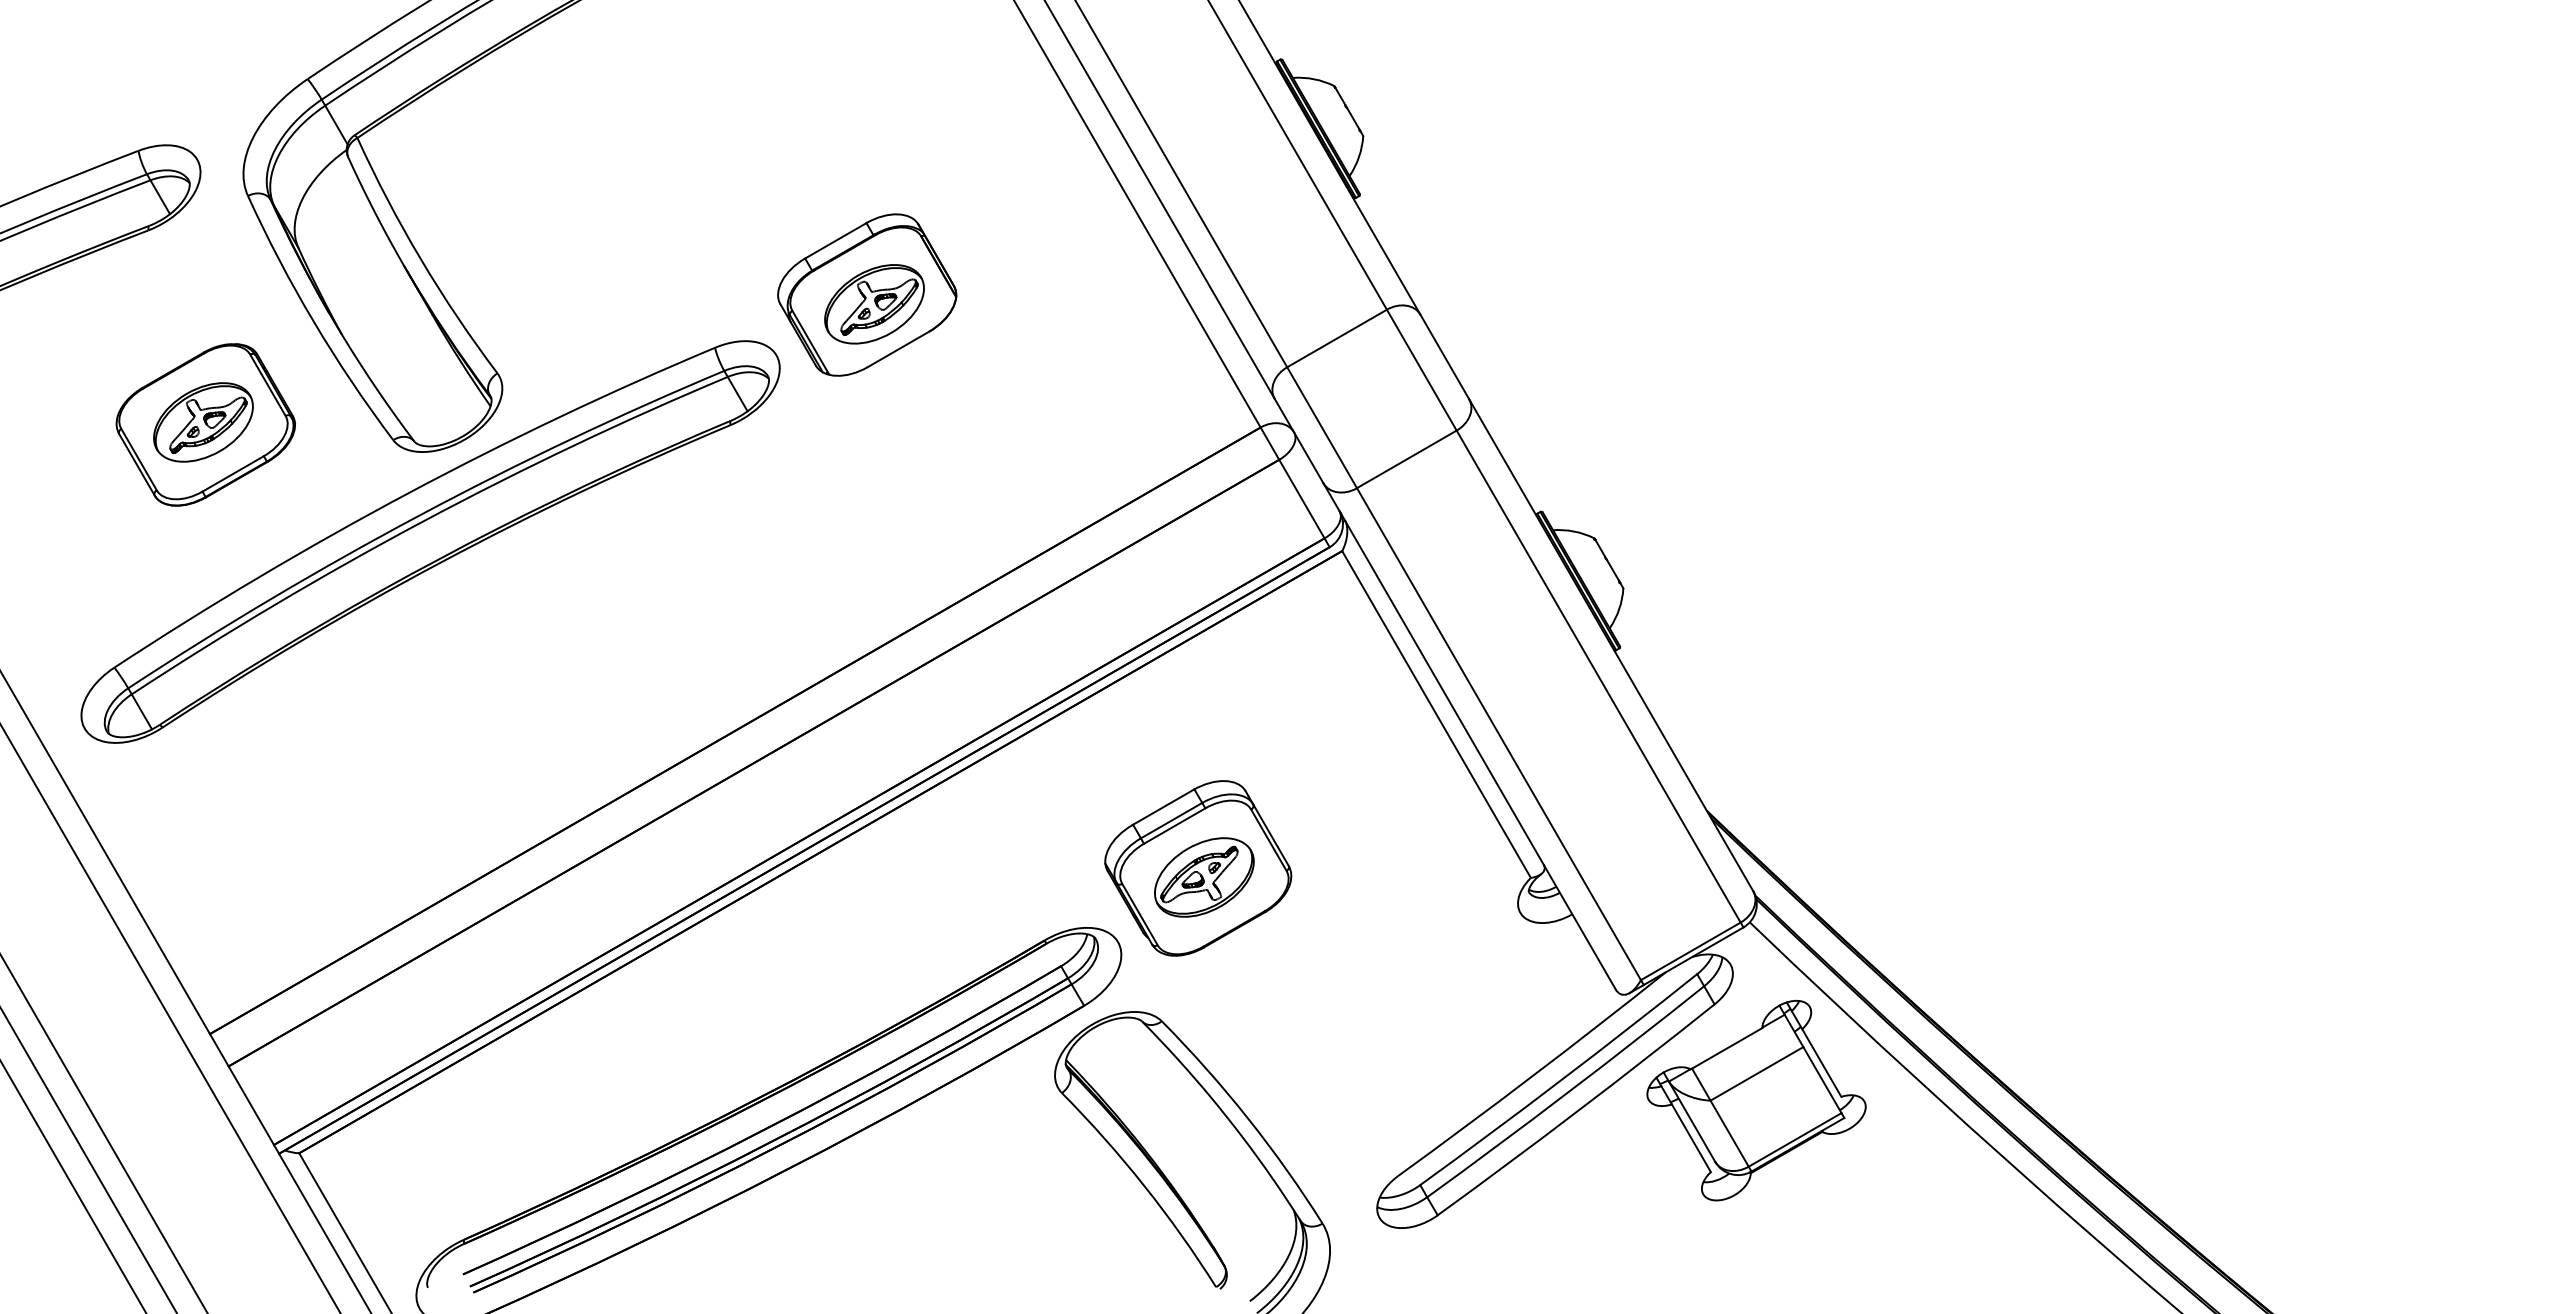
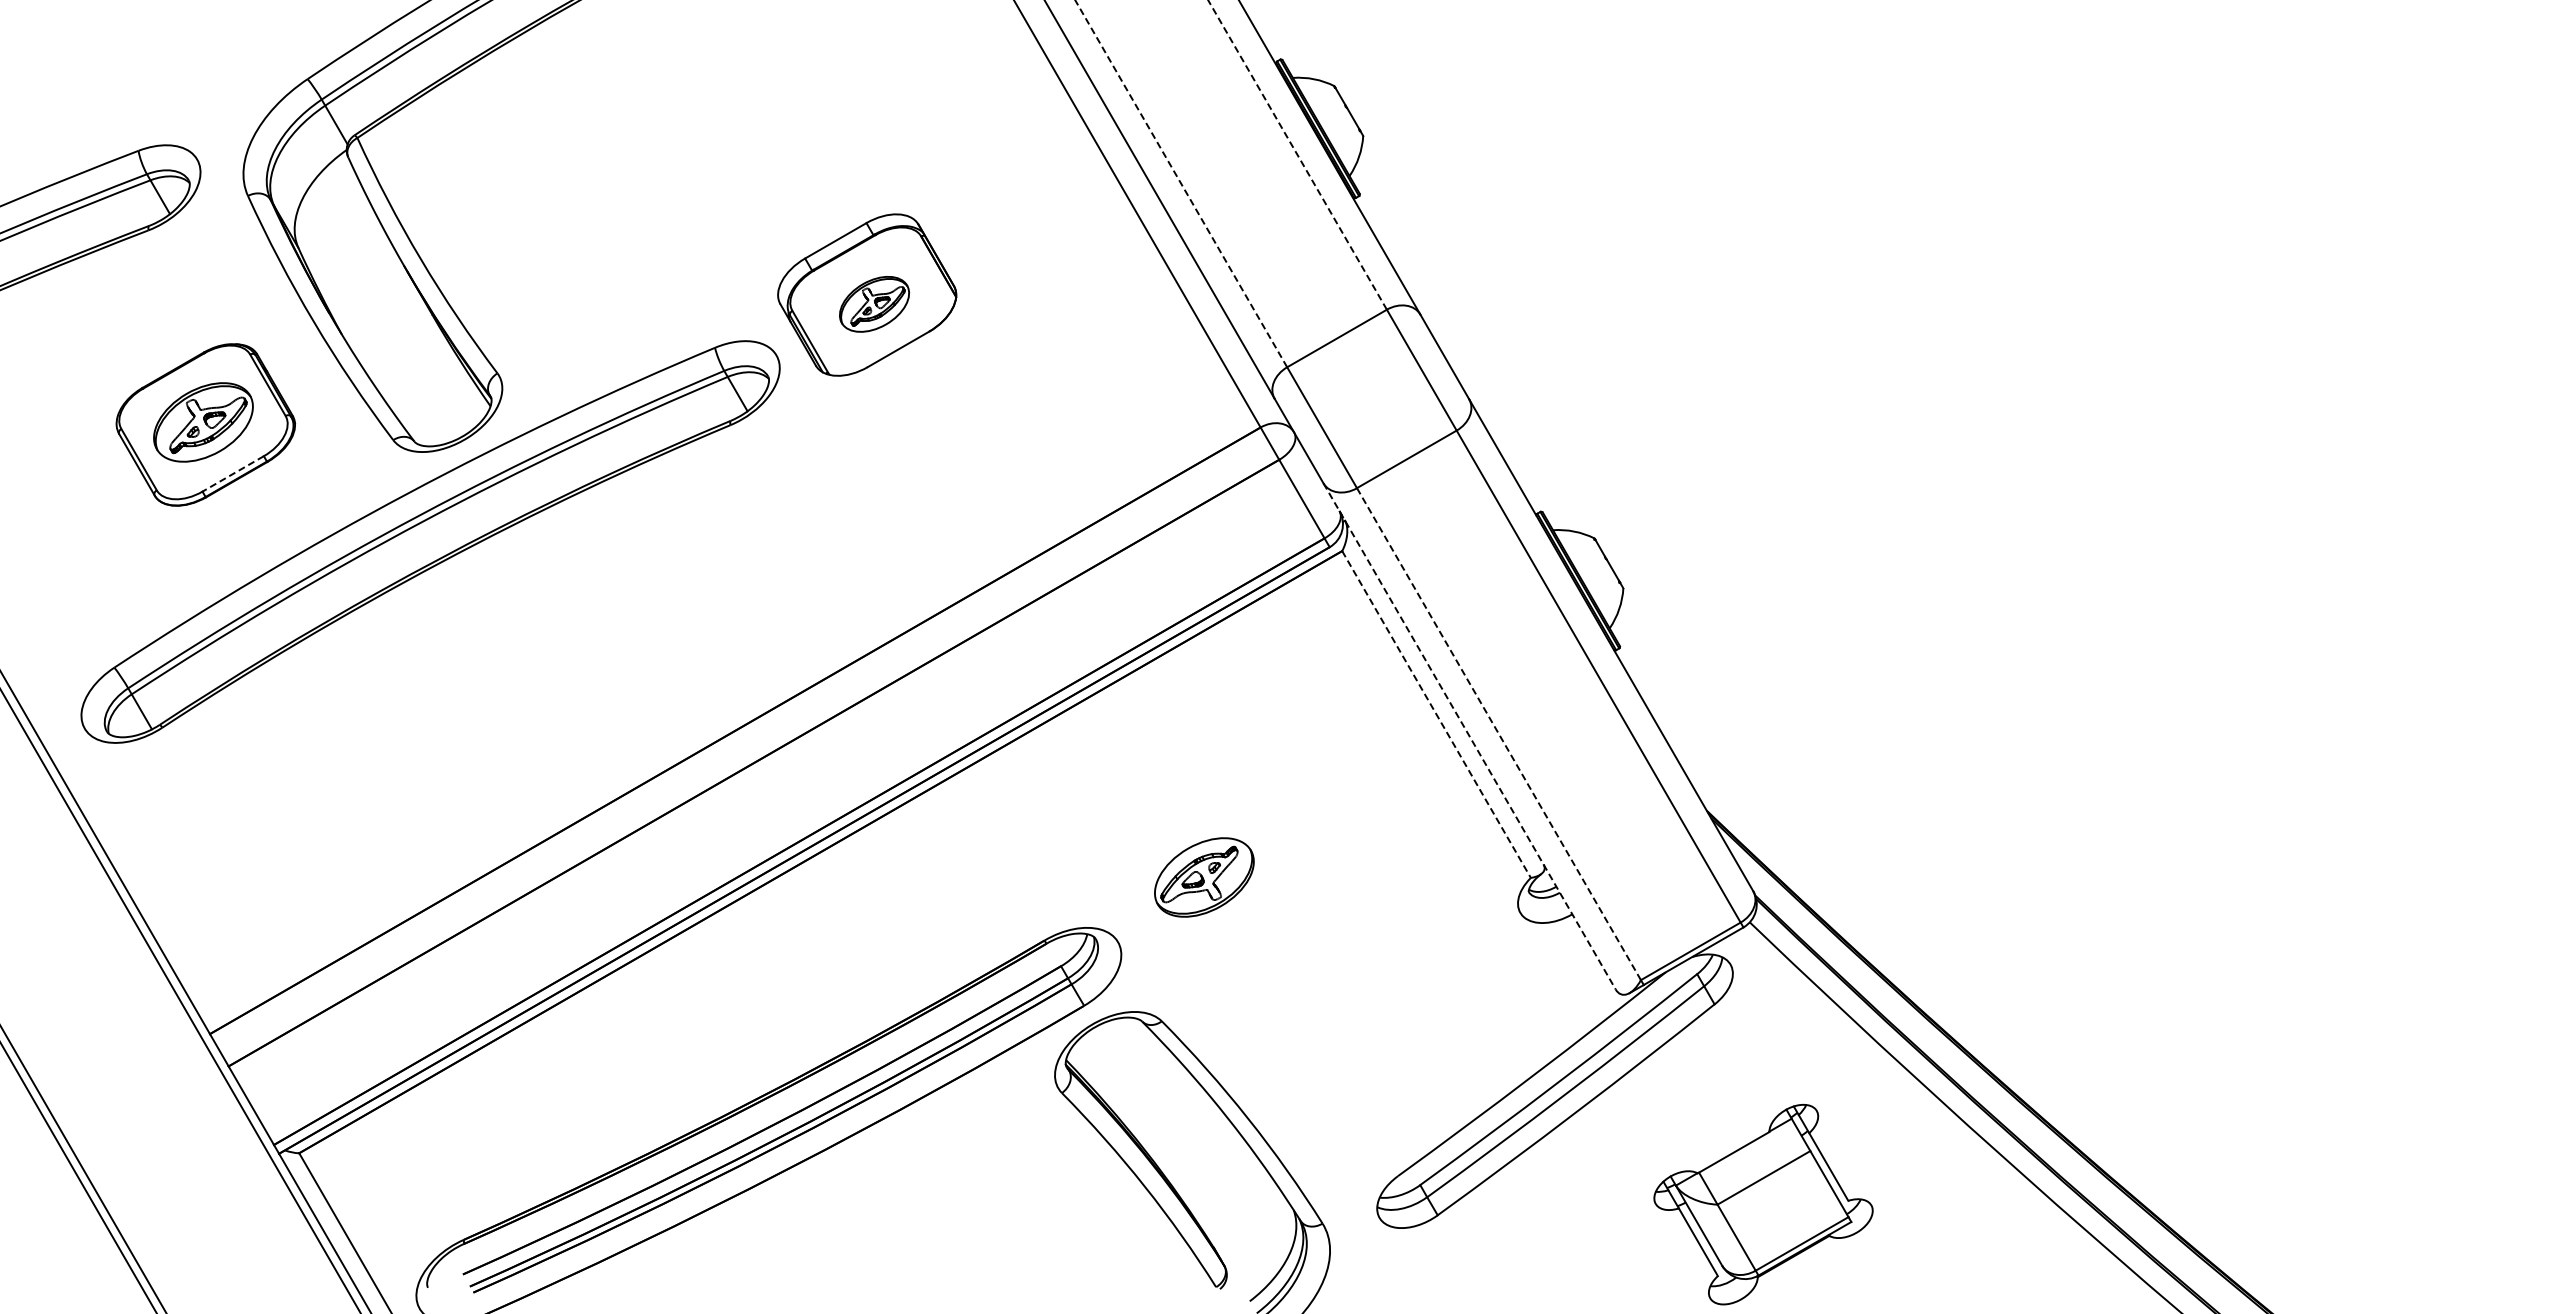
line at (1297, 154): solid -> dashed
line at (1181, 184): solid -> dashed
part at (874, 304) size: 101x81 px -> 72x57 px
line at (232, 474): solid -> dashed
line at (1436, 714): solid -> dashed
line at (1498, 733): solid -> dashed
line at (1469, 736): solid -> dashed
part at (1198, 868): present -> none
line at (170, 1018) position: (170, 1018) -> (180, 1001)
part at (1756, 1100) position: (1756, 1100) -> (1763, 1204)
line at (104, 1133): present -> none
line at (88, 1160) position: (88, 1160) -> (78, 1177)
line at (73, 1187) position: (73, 1187) -> (83, 1169)
